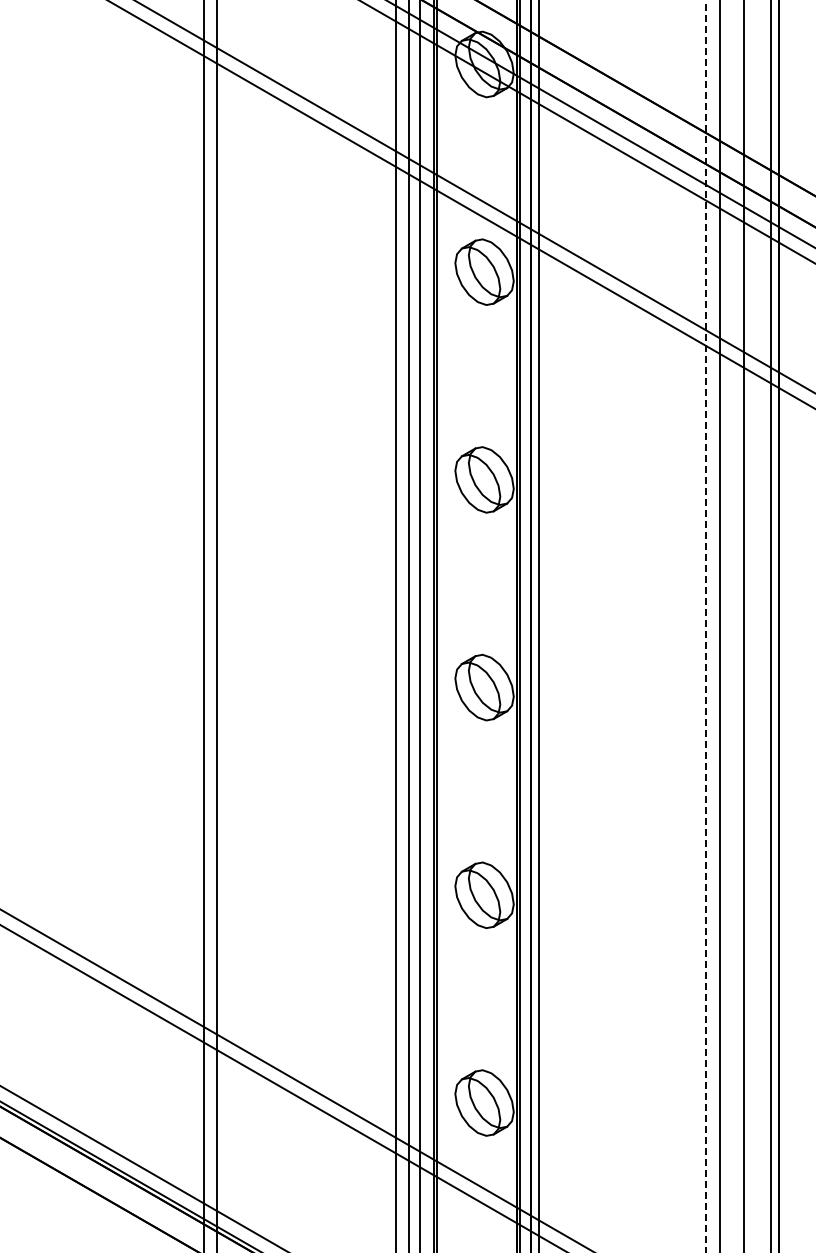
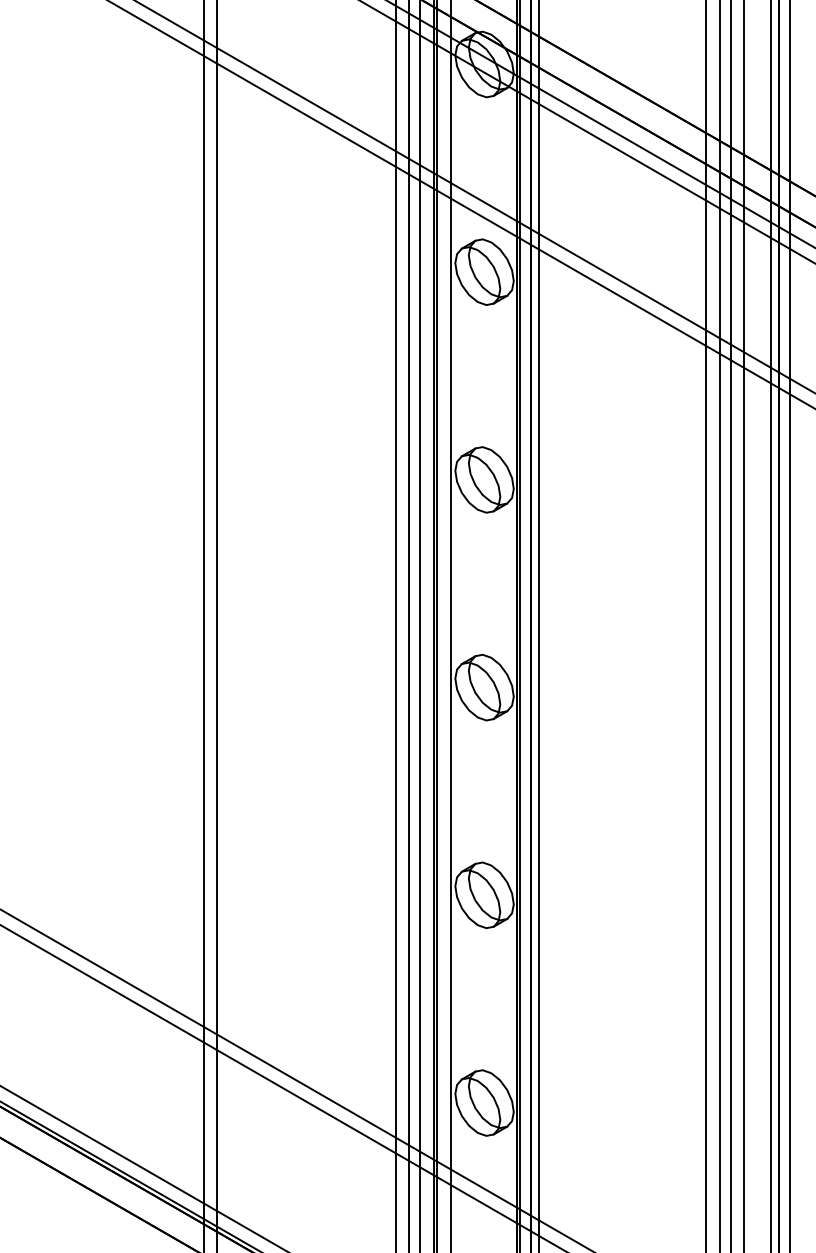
line at (450, 625): none -> present
line at (730, 625): none -> present
line at (790, 625): none -> present
line at (706, 626): dashed -> solid
